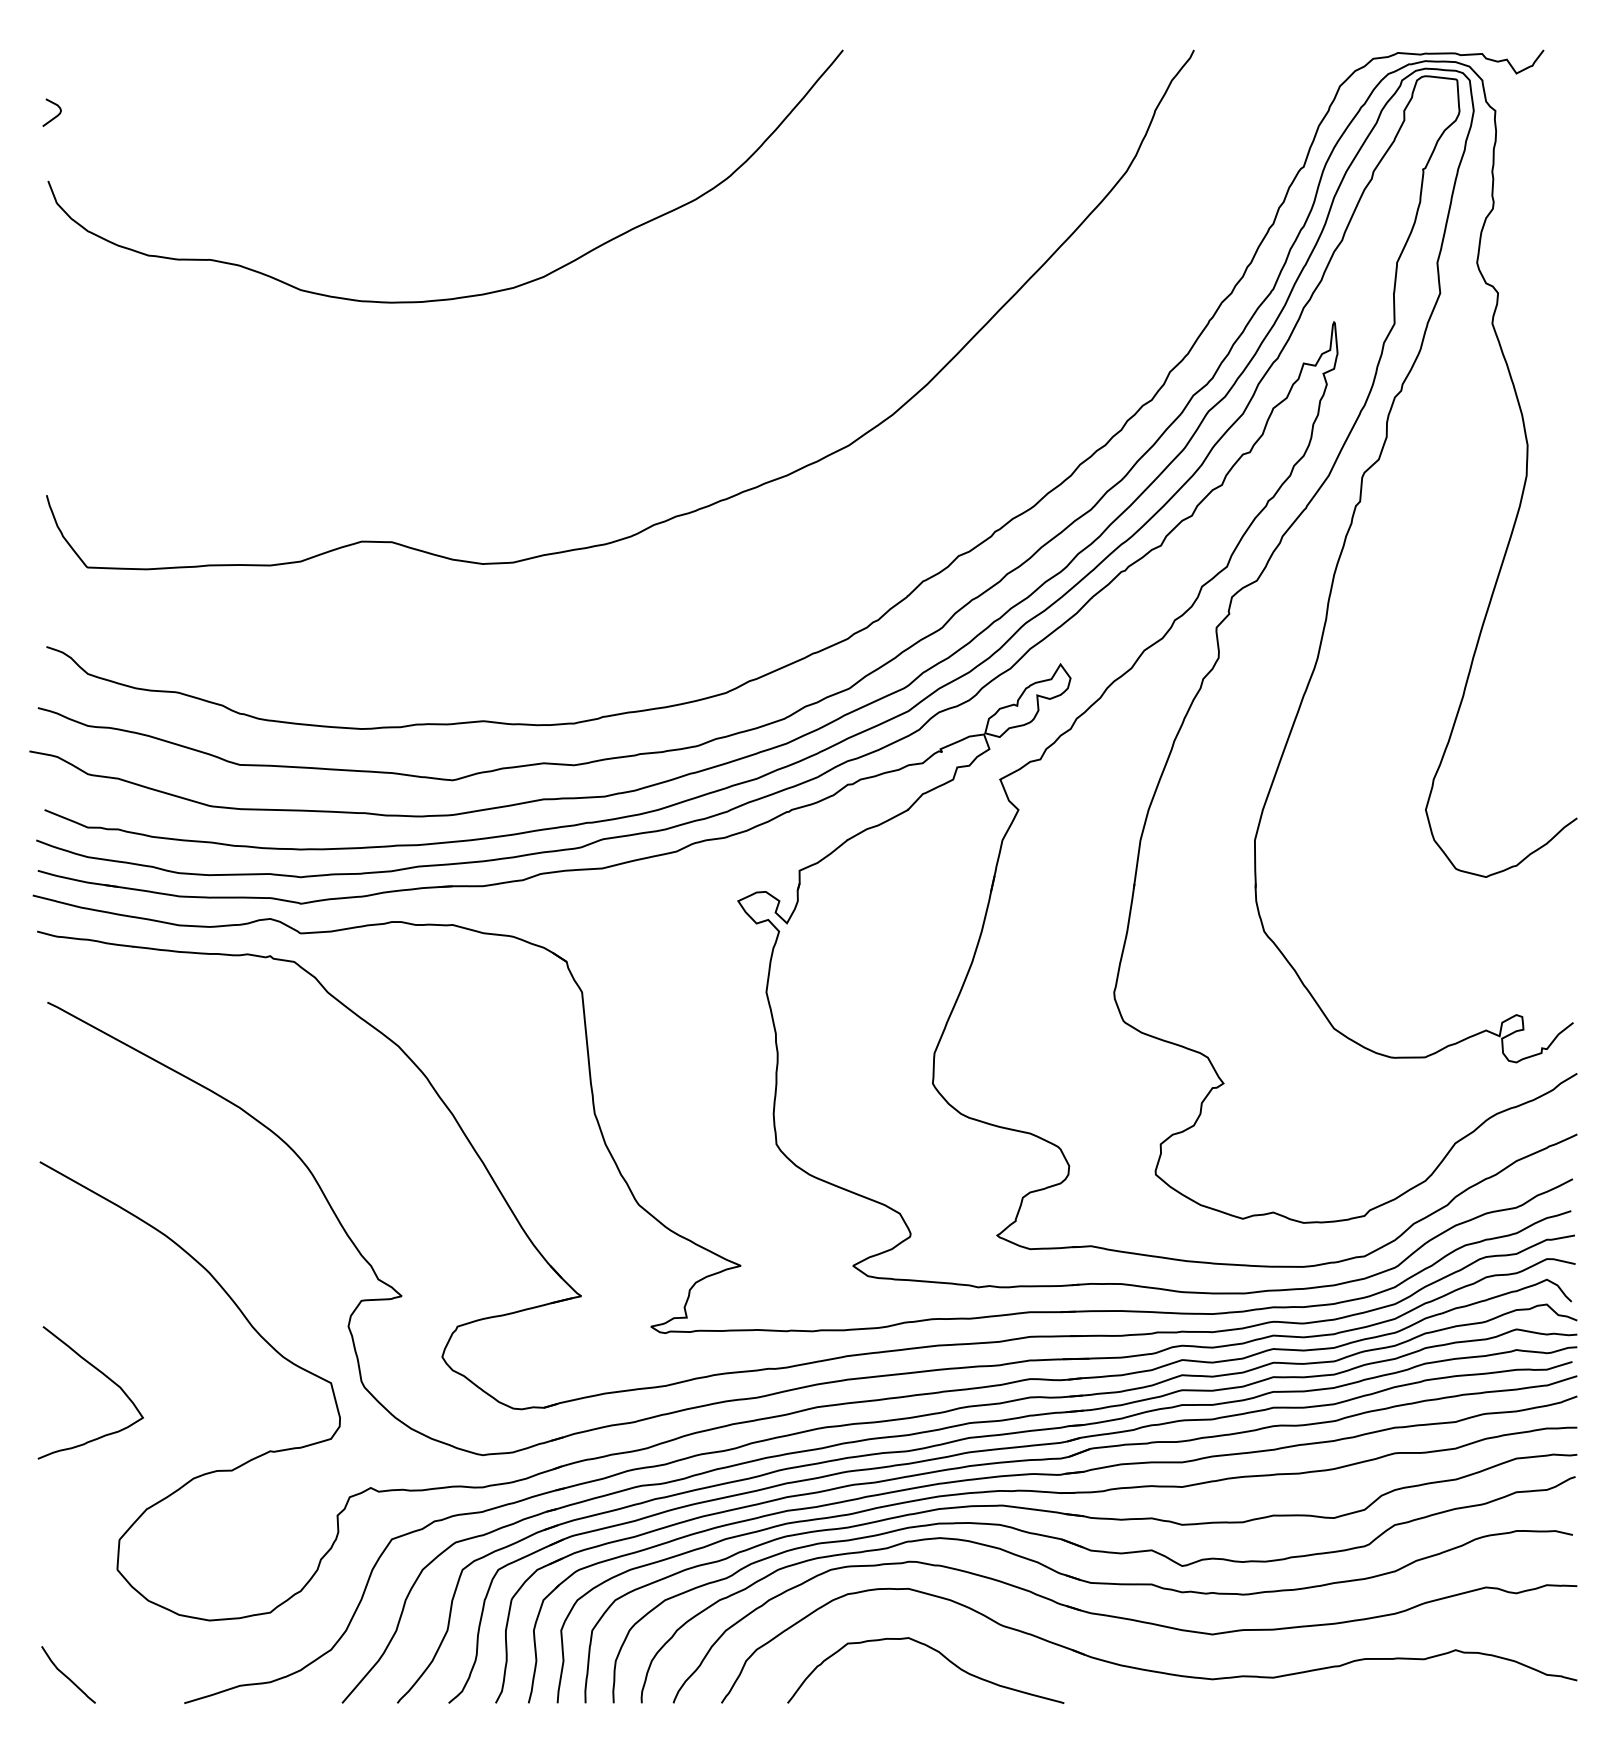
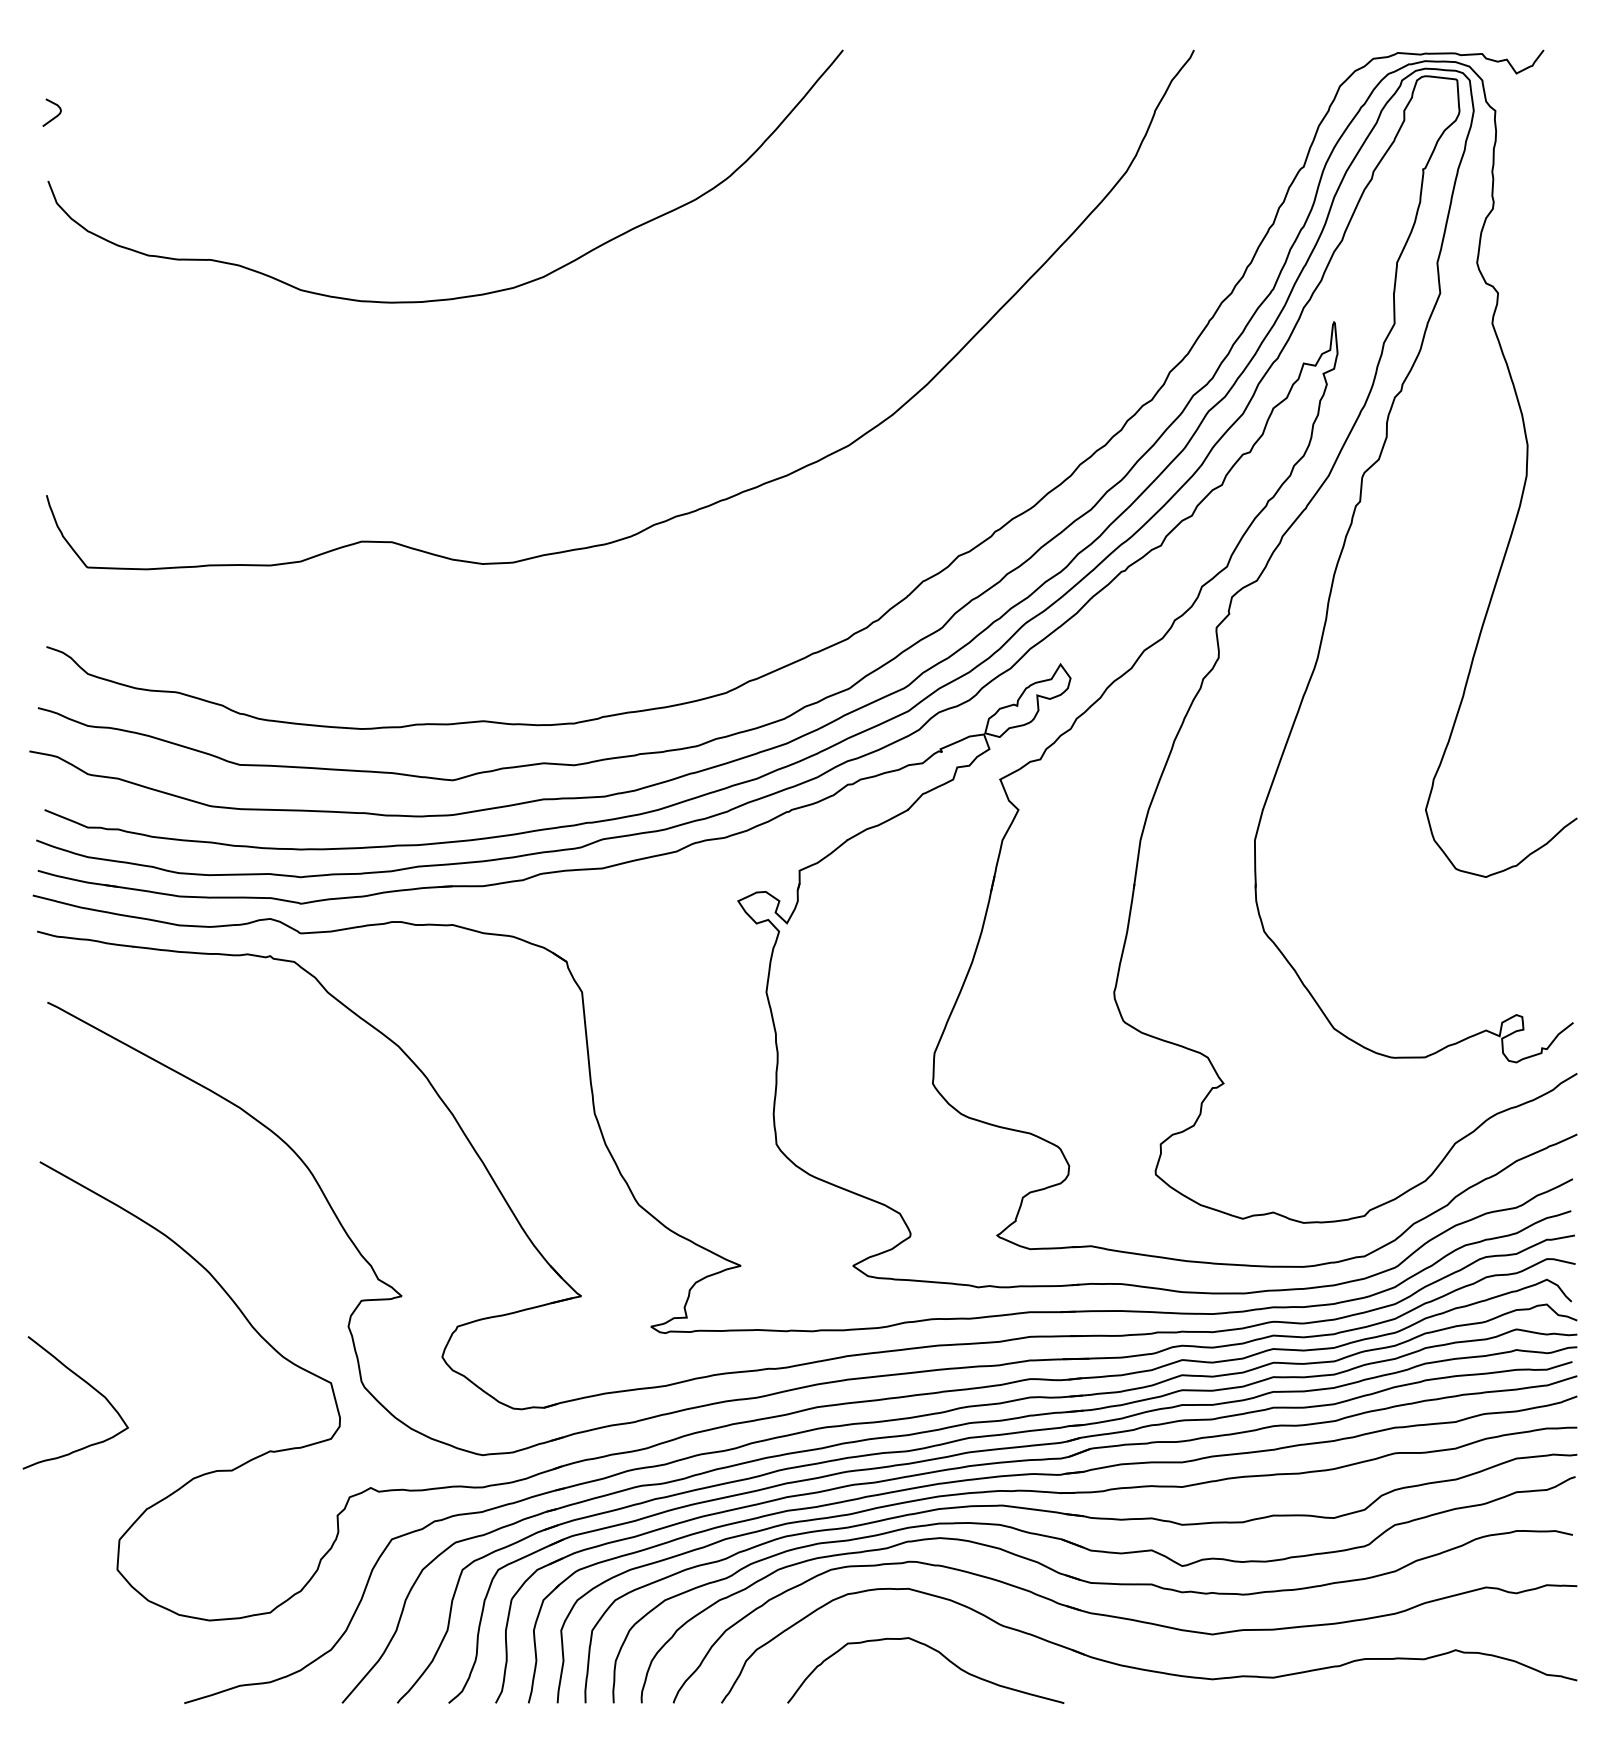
curve at (103, 1375) position: (103, 1375) -> (88, 1385)
curve at (66, 1675): present -> none
